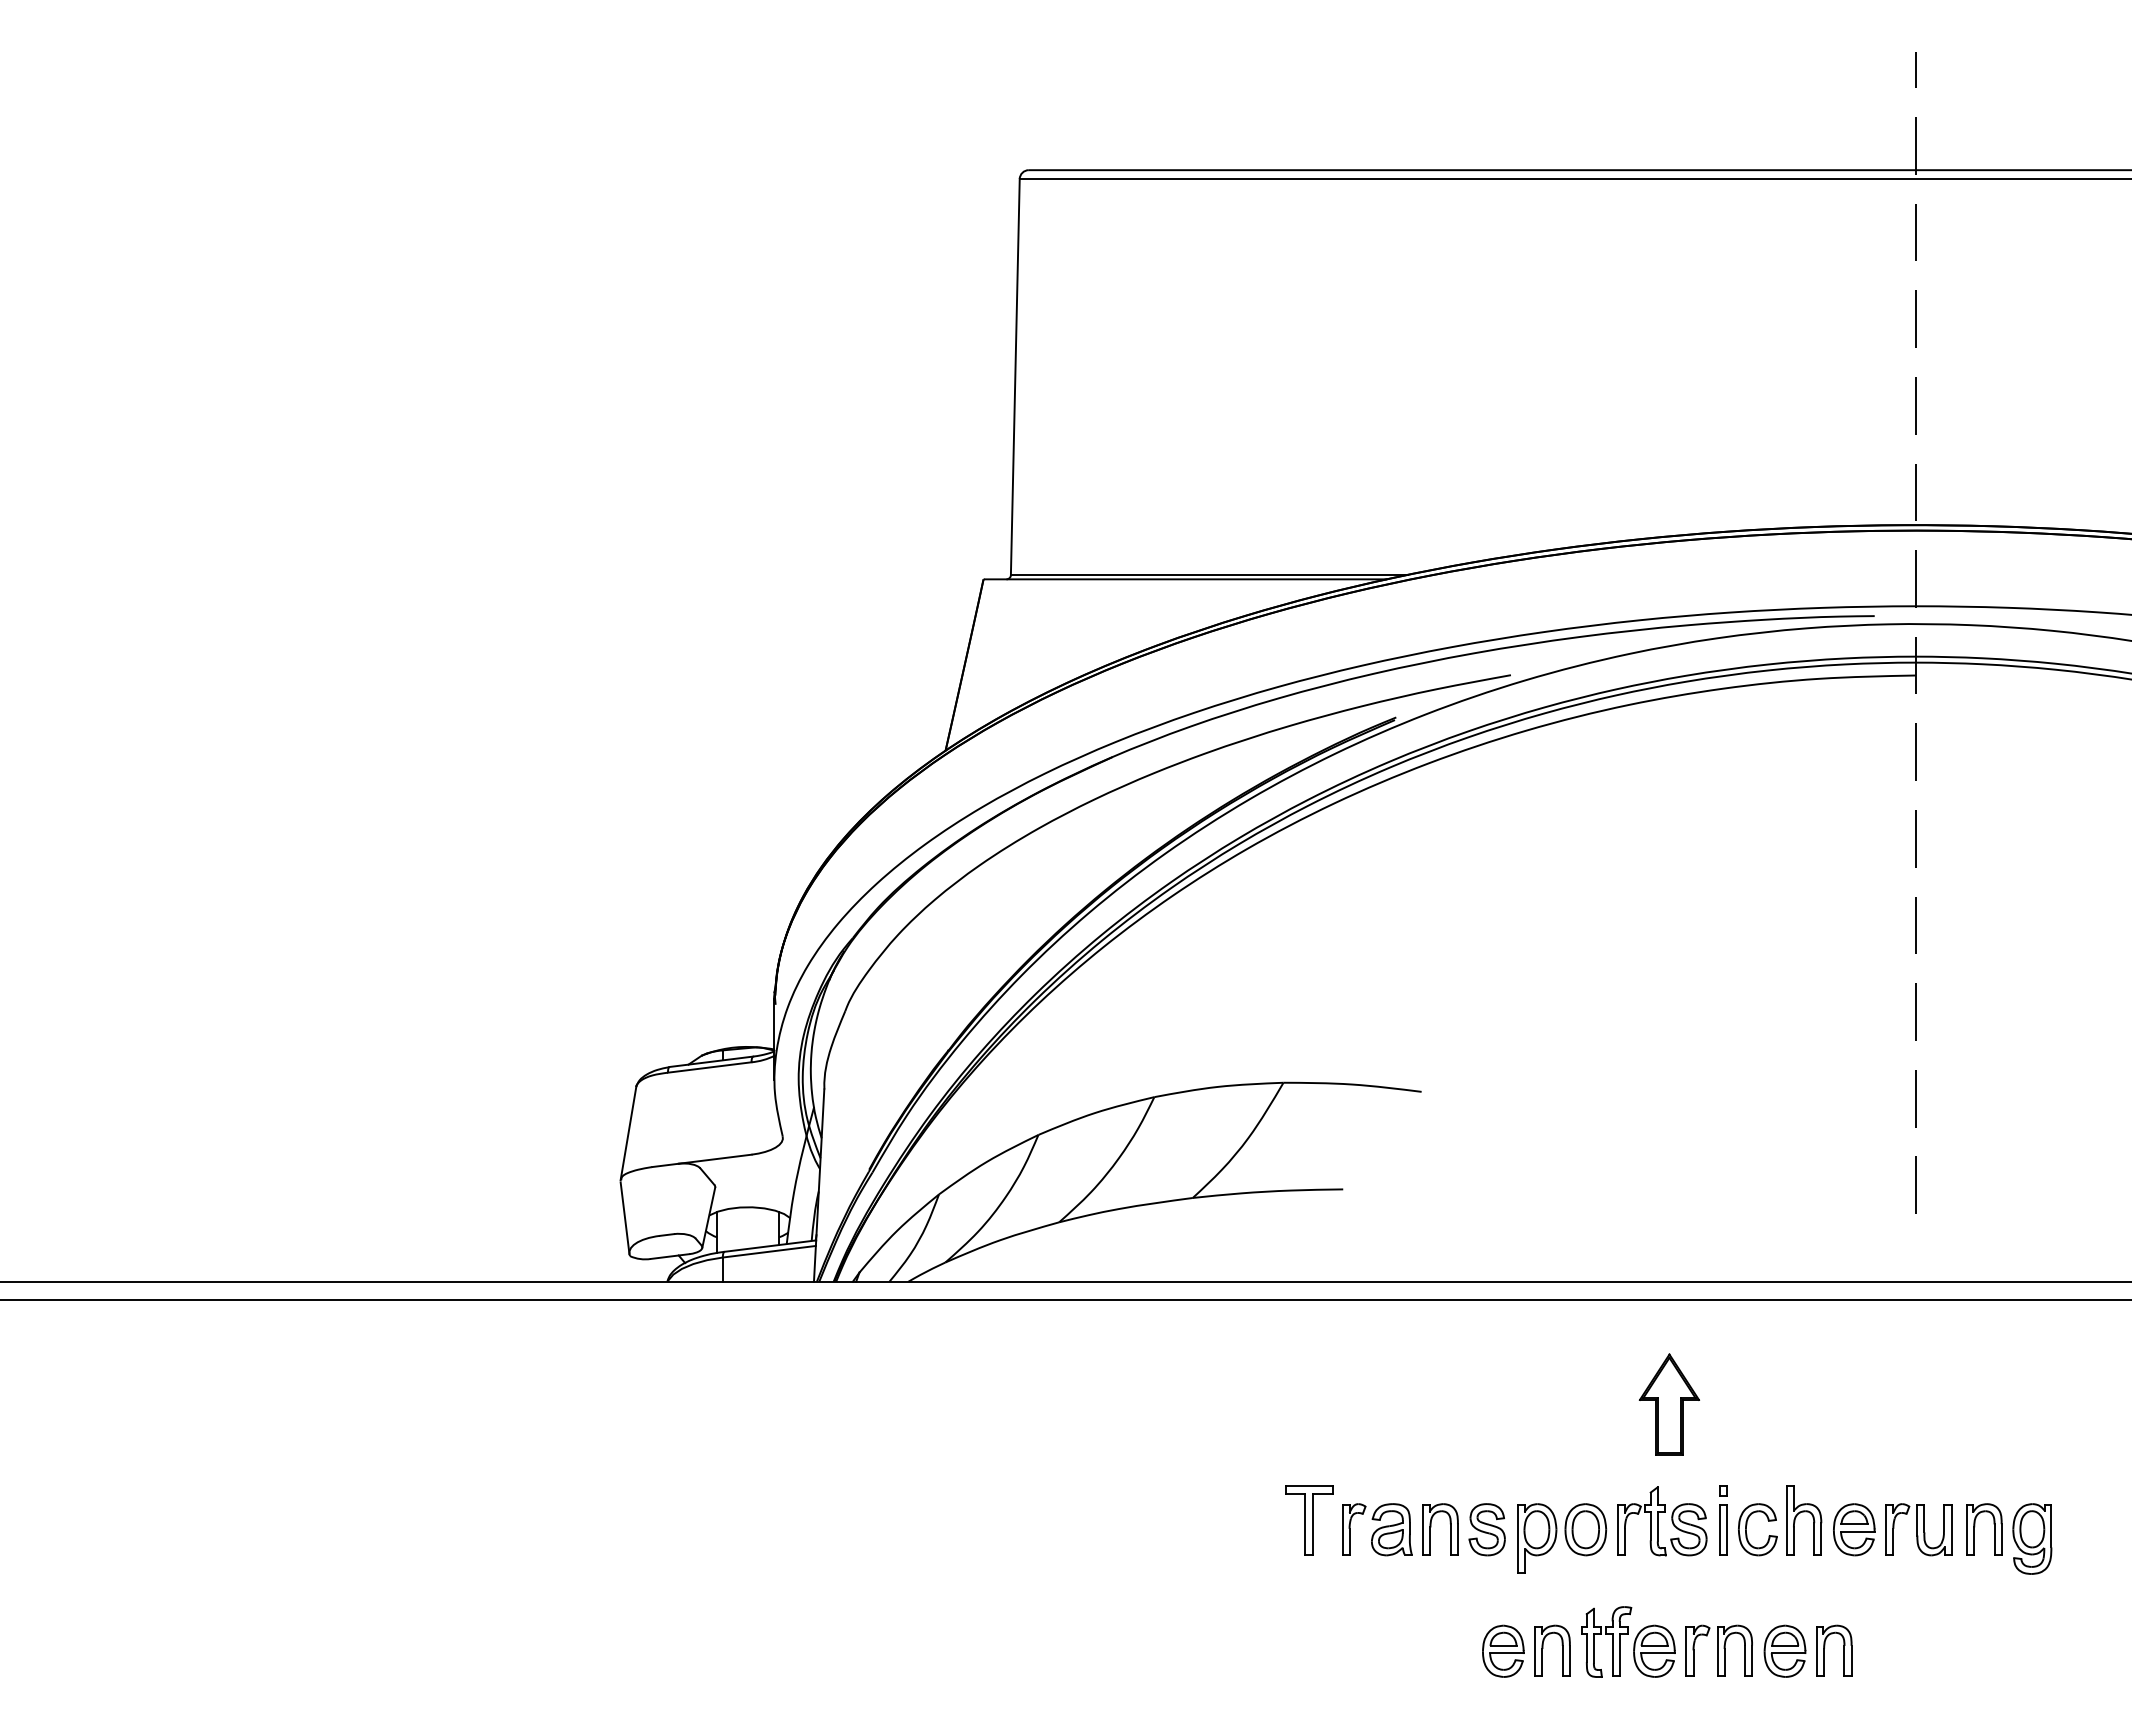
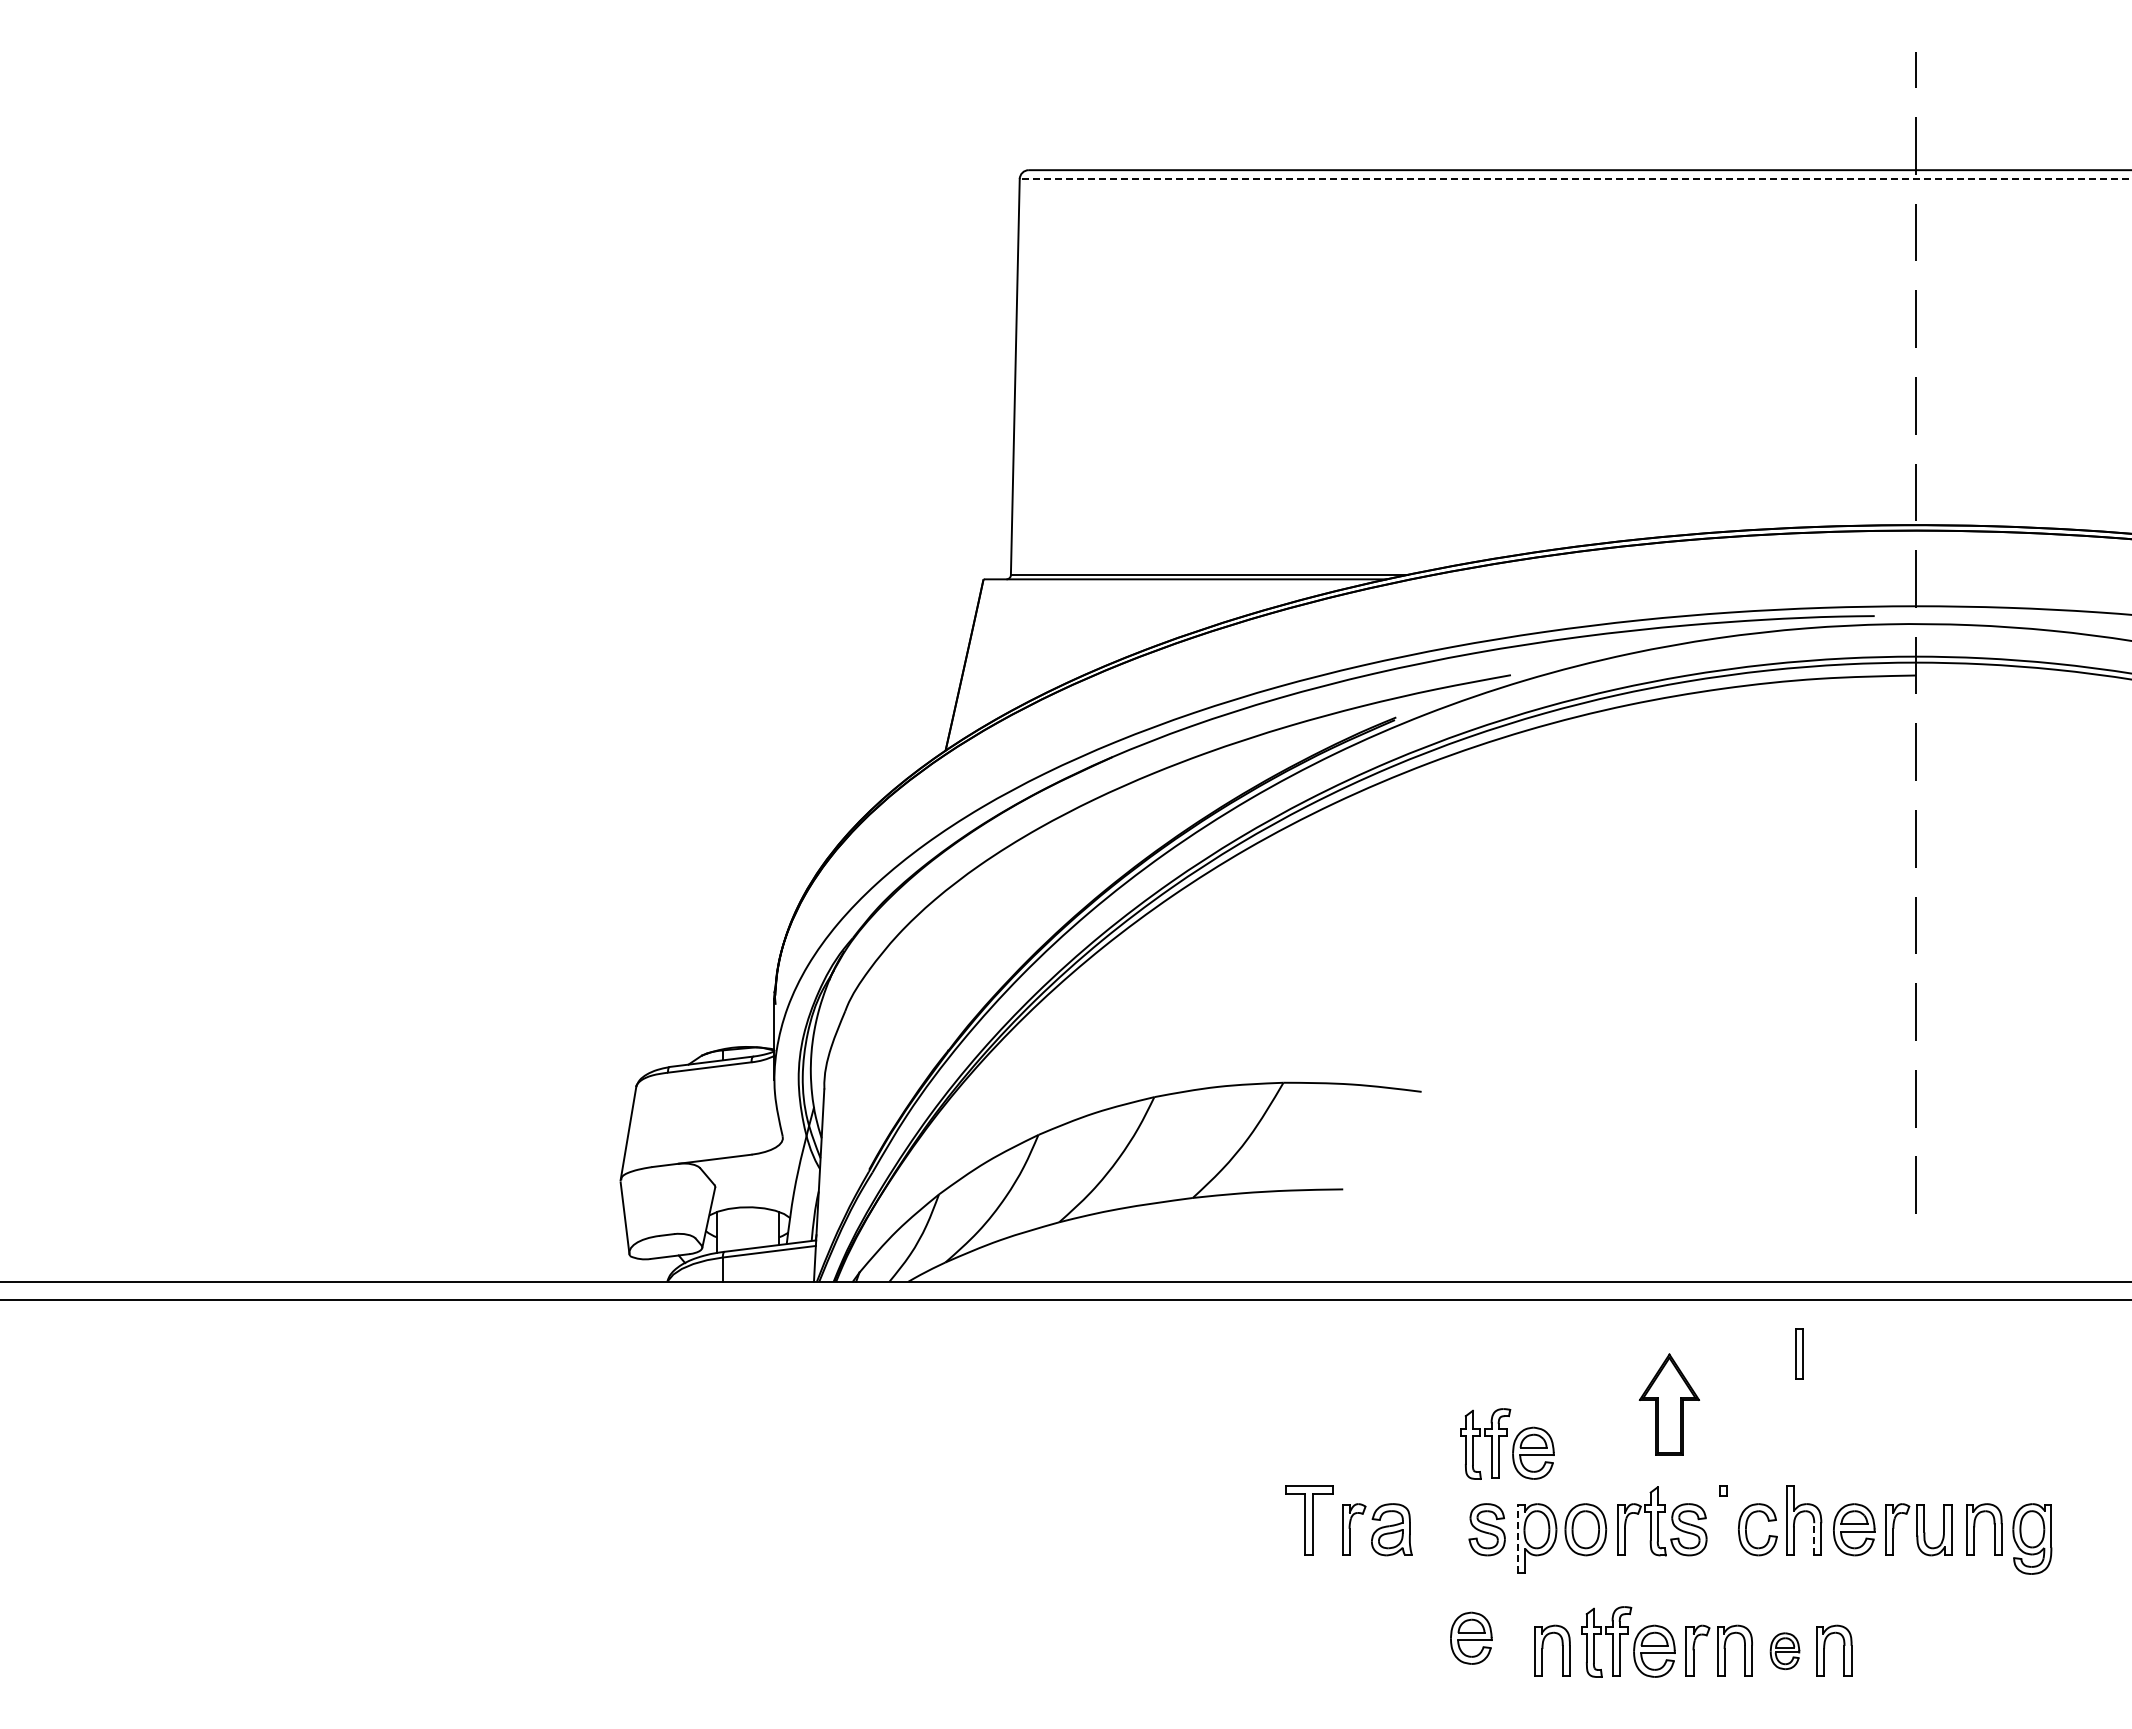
line at (1575, 179): solid -> dashed
part at (1507, 1443): none -> present
part at (1431, 1527): present -> none
part at (1723, 1529) position: (1723, 1529) -> (1799, 1353)
line at (1518, 1538): solid -> dashed
line at (1814, 1538): solid -> dashed
part at (1503, 1650) position: (1503, 1650) -> (1471, 1637)
part at (1784, 1650) size: 44x54 px -> 32x39 px
